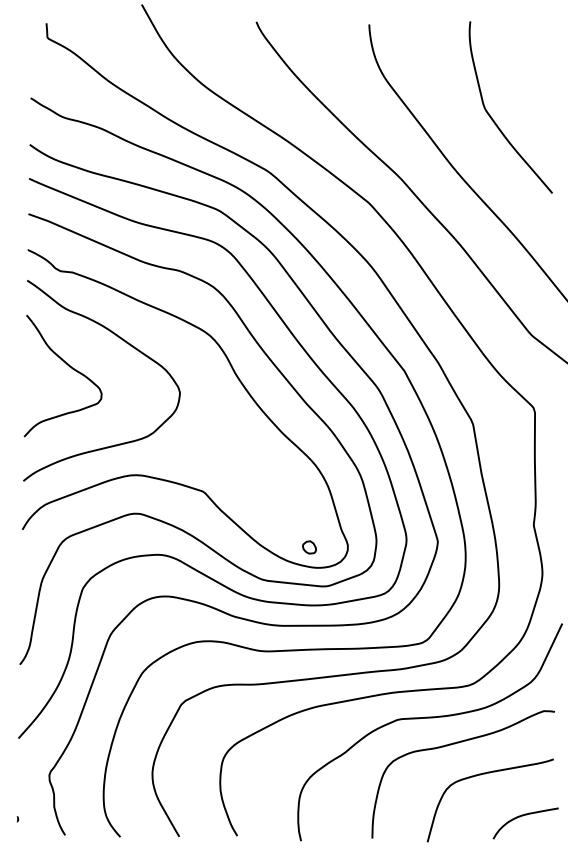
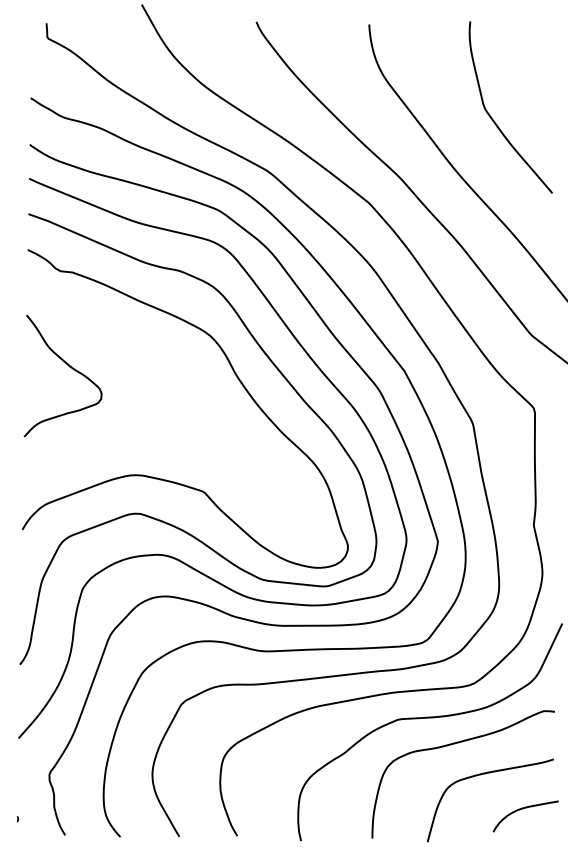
curve at (126, 343): present -> none
part at (309, 547): present -> none
curve at (523, 816) position: (523, 816) -> (523, 809)
